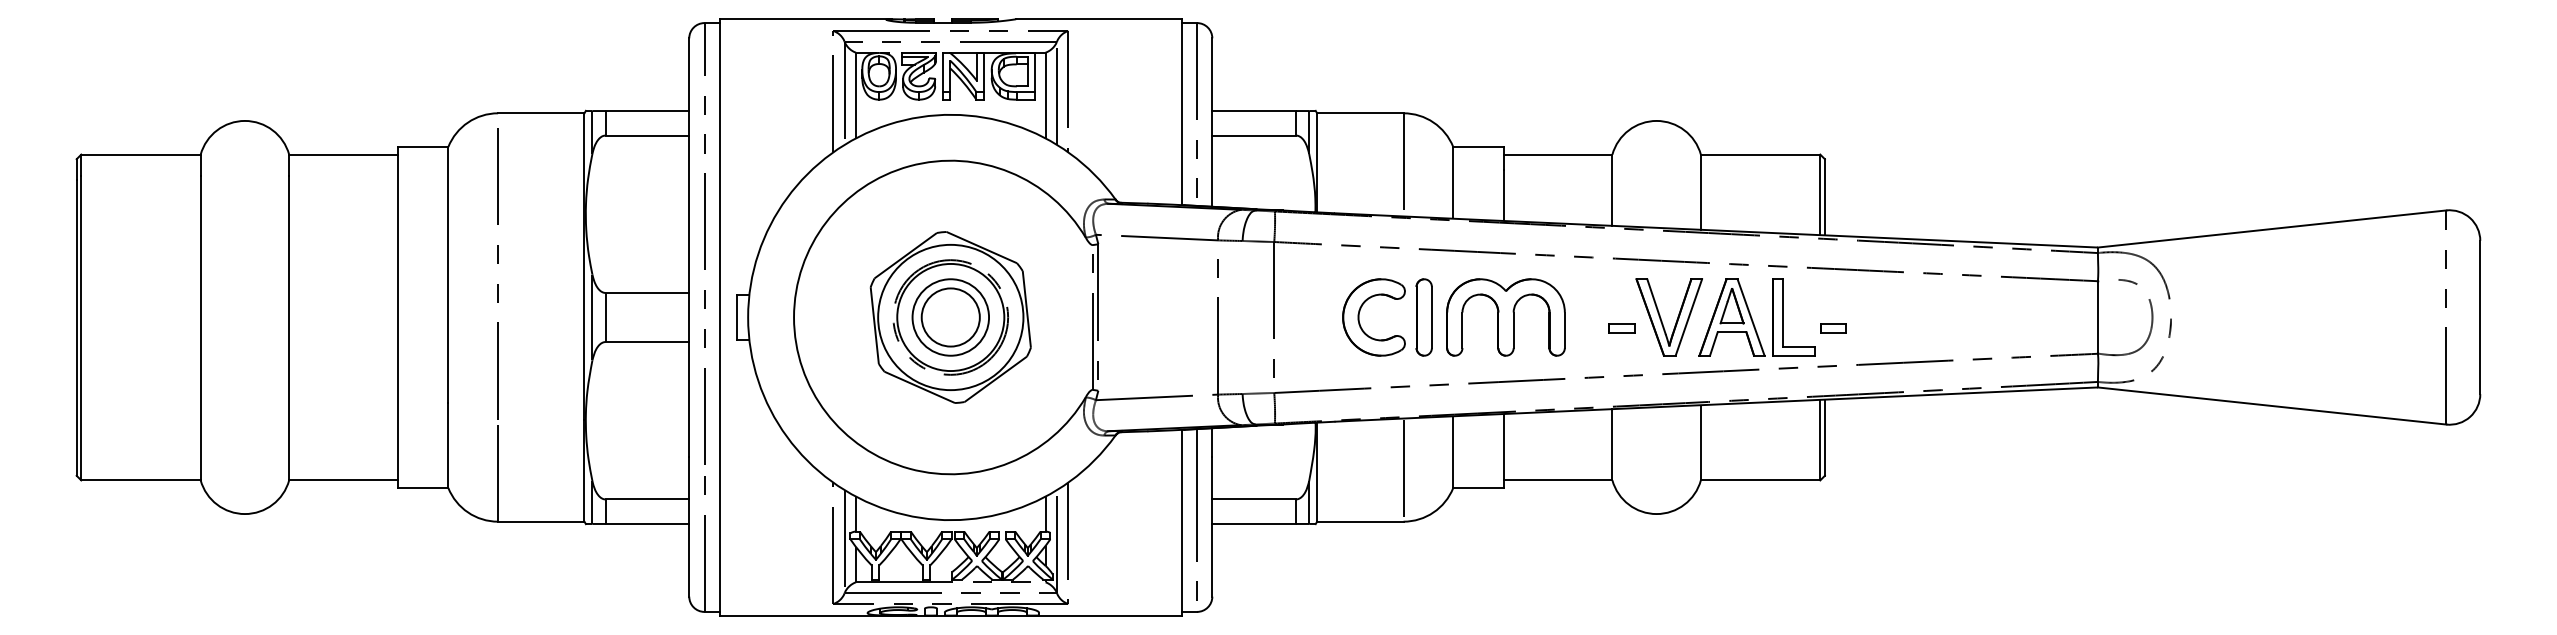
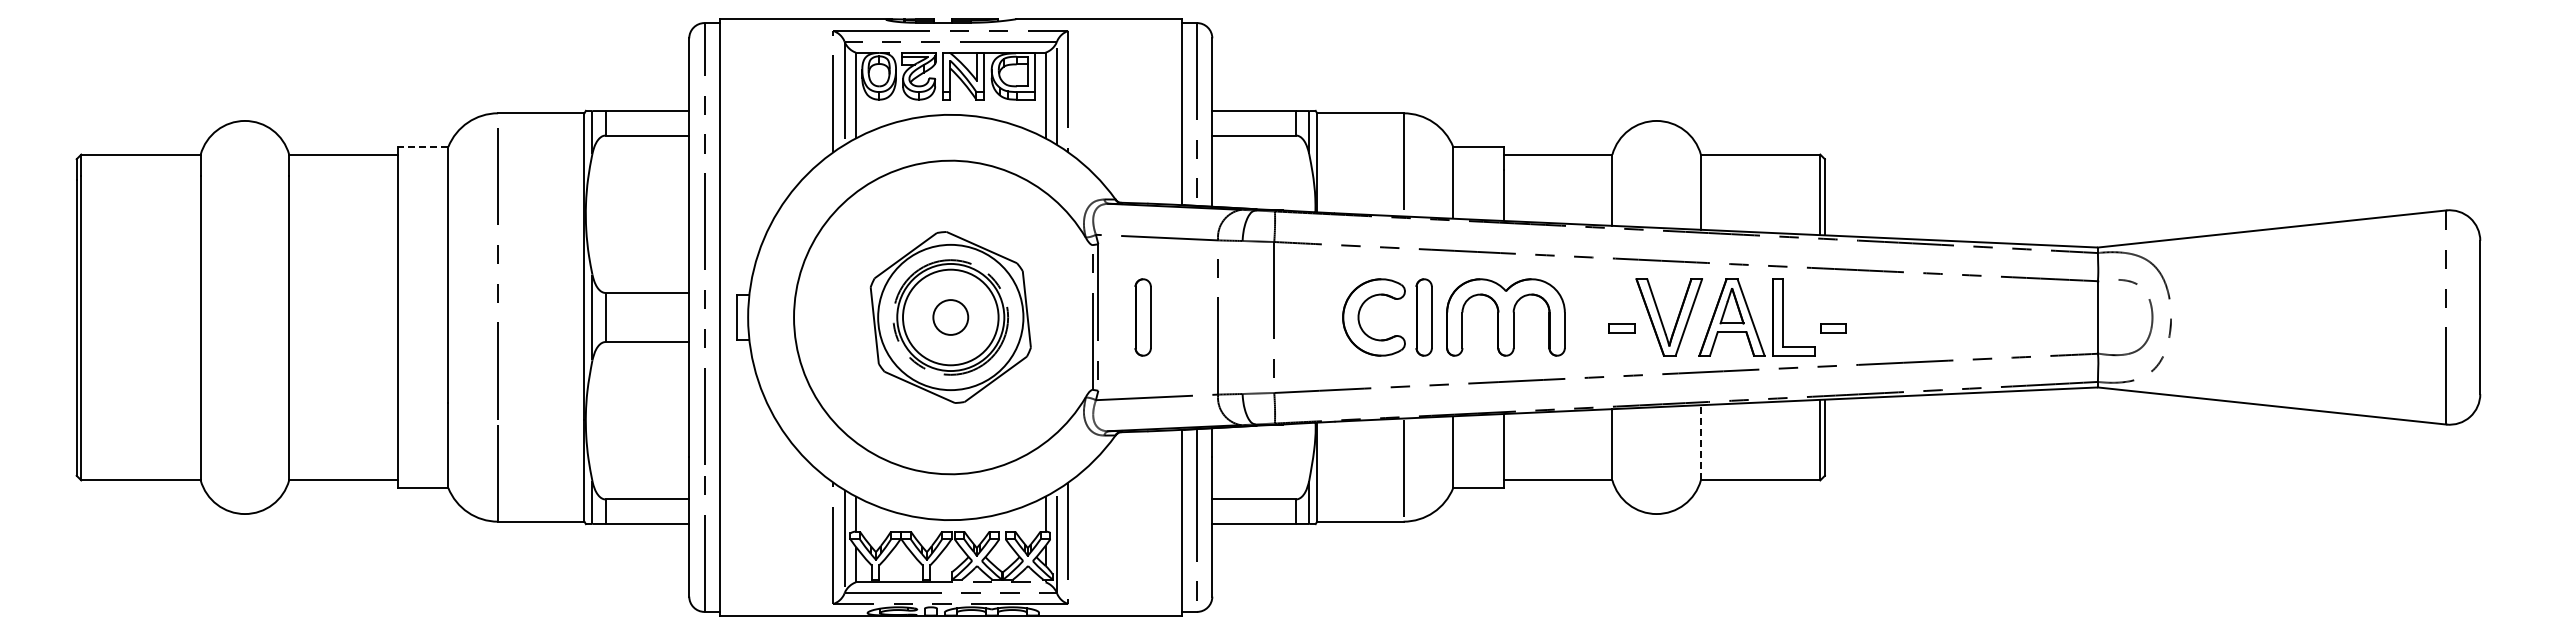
line at (422, 146): solid -> dashed
circle at (950, 317) diameter: 58 px -> 35 px
circle at (950, 317) diameter: 76 px -> 96 px
part at (1142, 317): none -> present
line at (1700, 442): solid -> dashed
